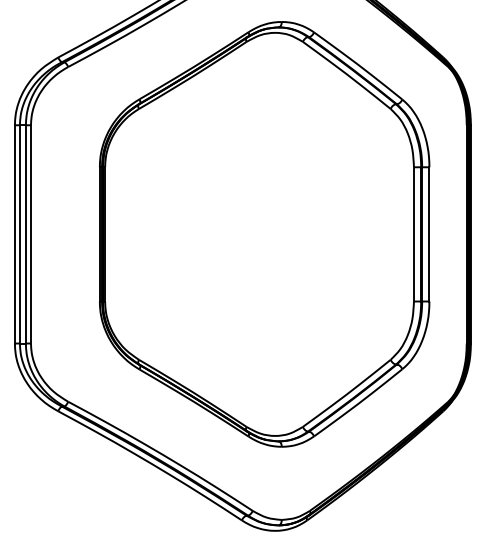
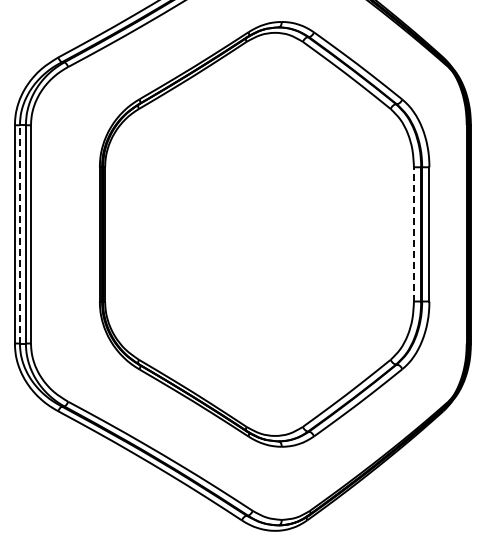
line at (19, 233): solid -> dashed
line at (413, 233): solid -> dashed
